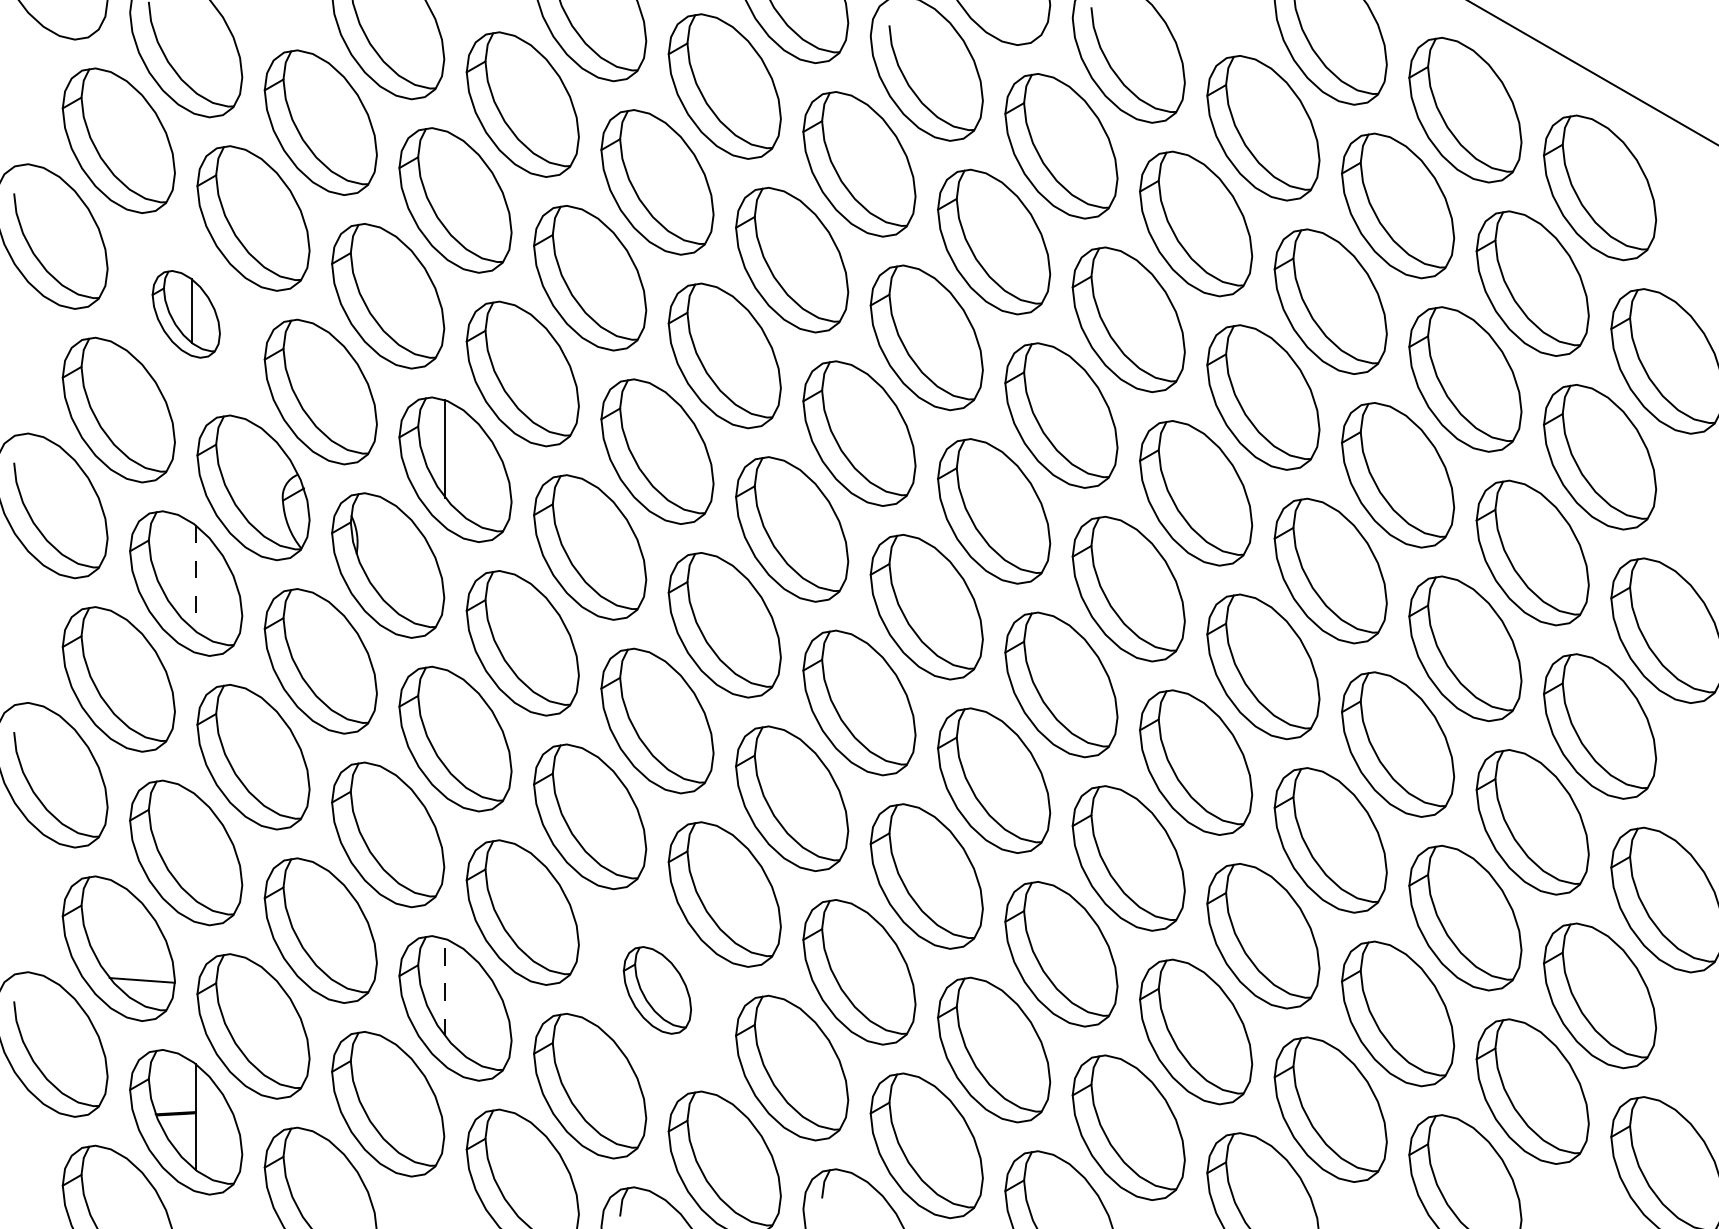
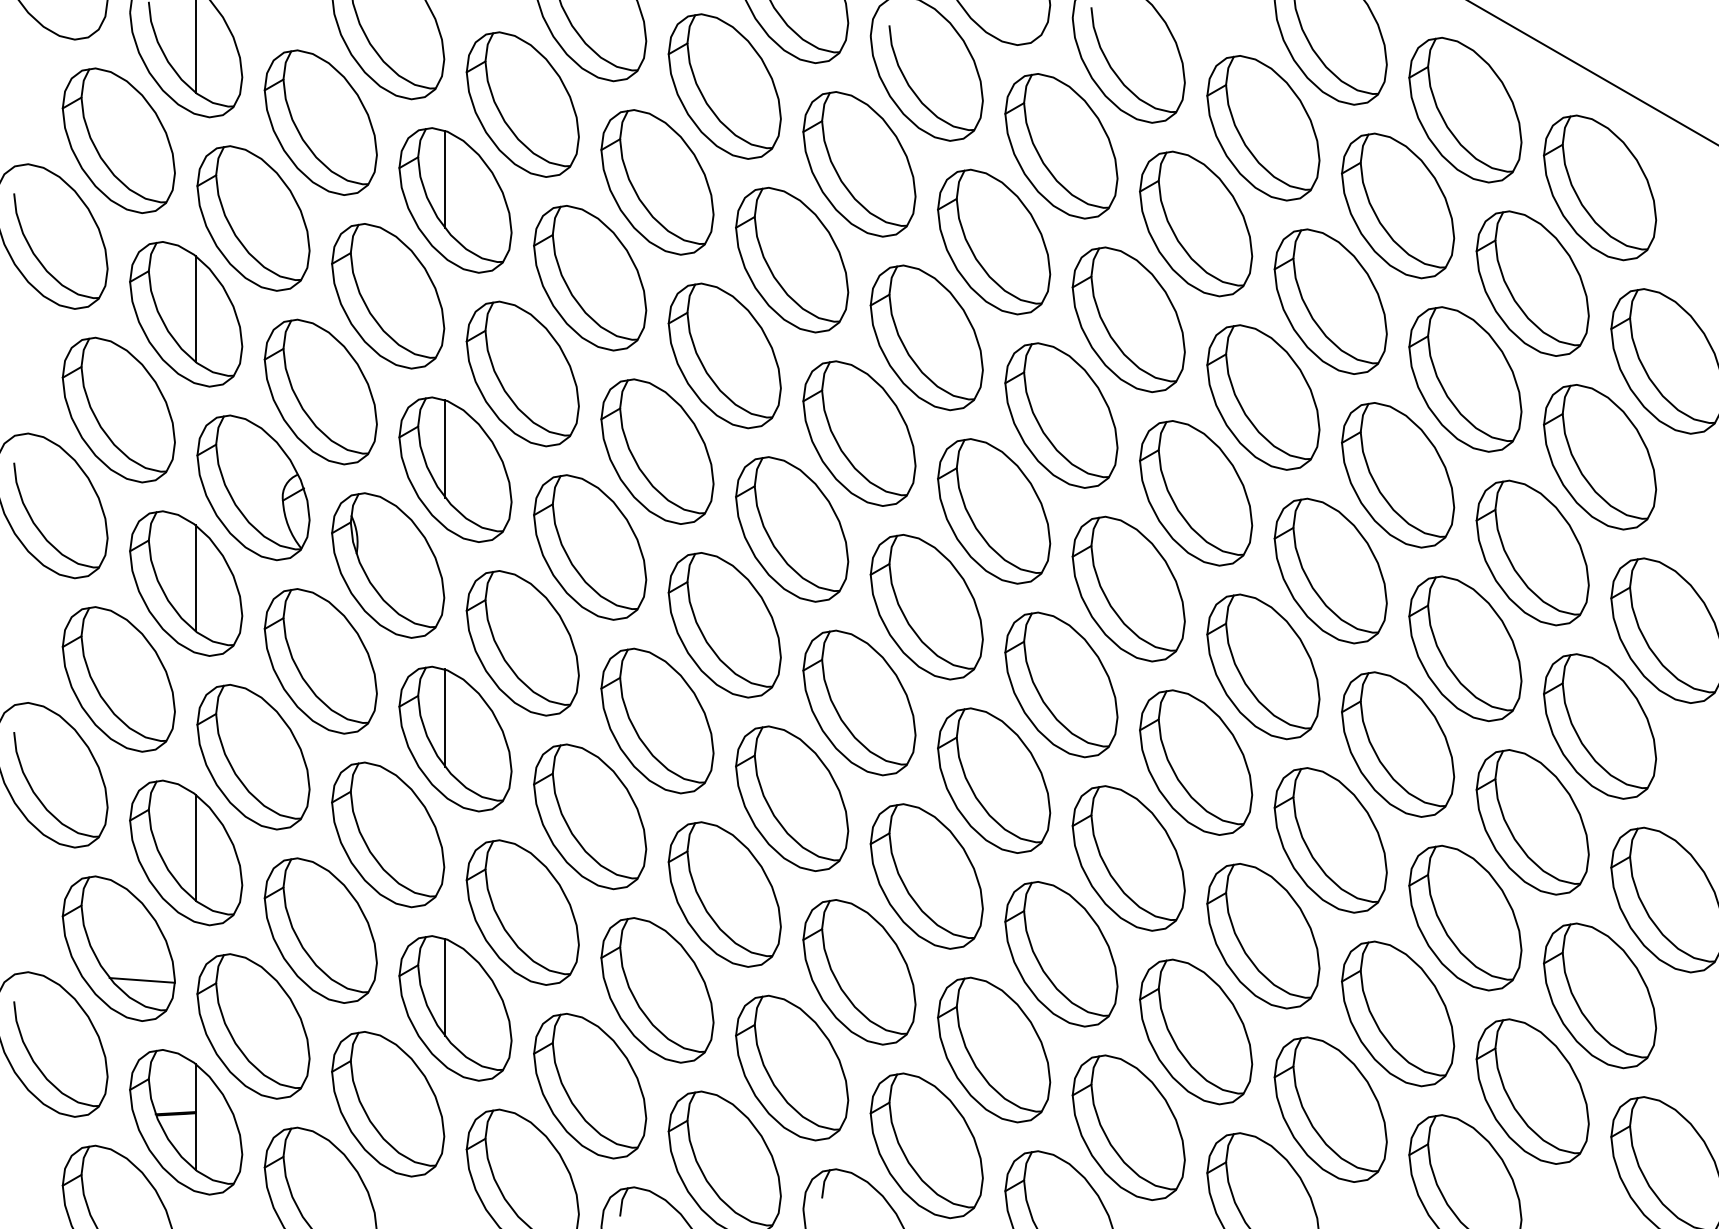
line at (195, 47): none -> present
line at (445, 179): none -> present
part at (185, 314) size: 70x89 px -> 115x147 px
line at (195, 578): dashed -> solid
line at (445, 717): none -> present
line at (195, 847): none -> present
line at (445, 987): dashed -> solid
part at (656, 990) size: 70x89 px -> 115x147 px
